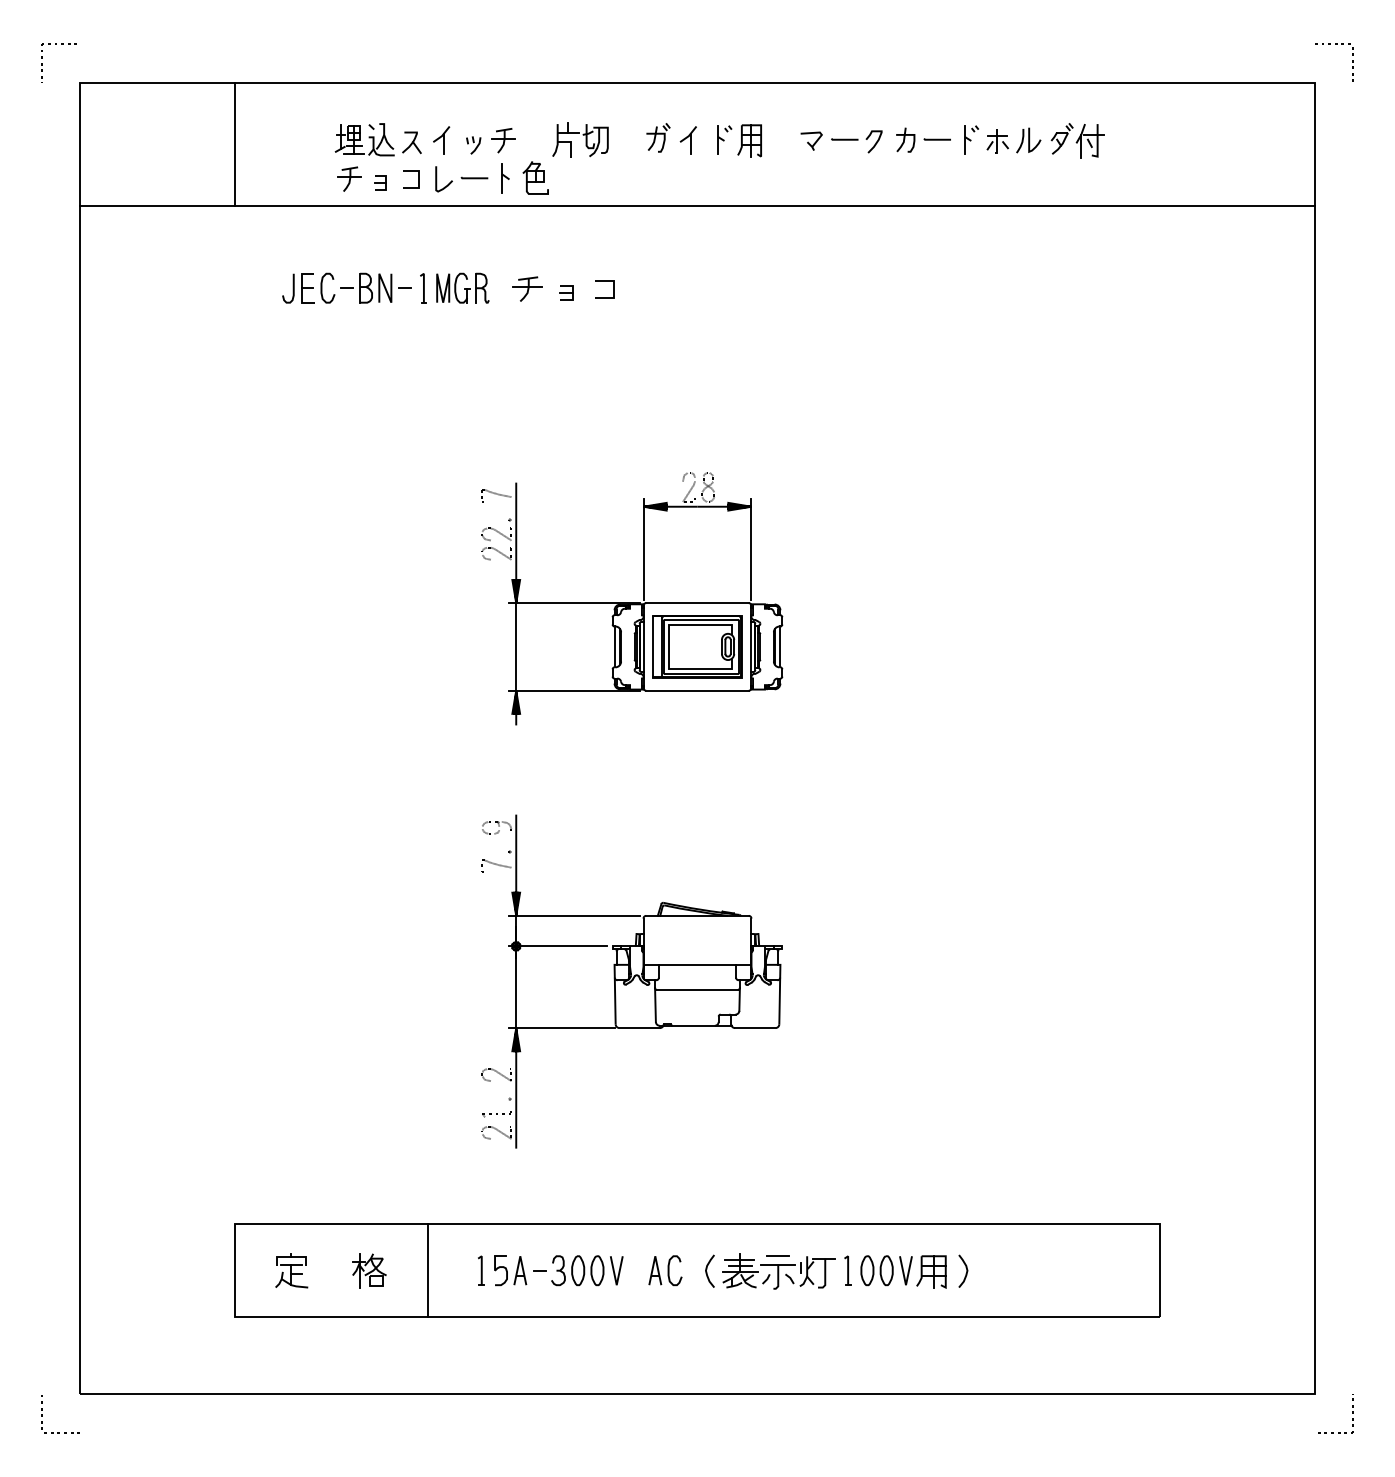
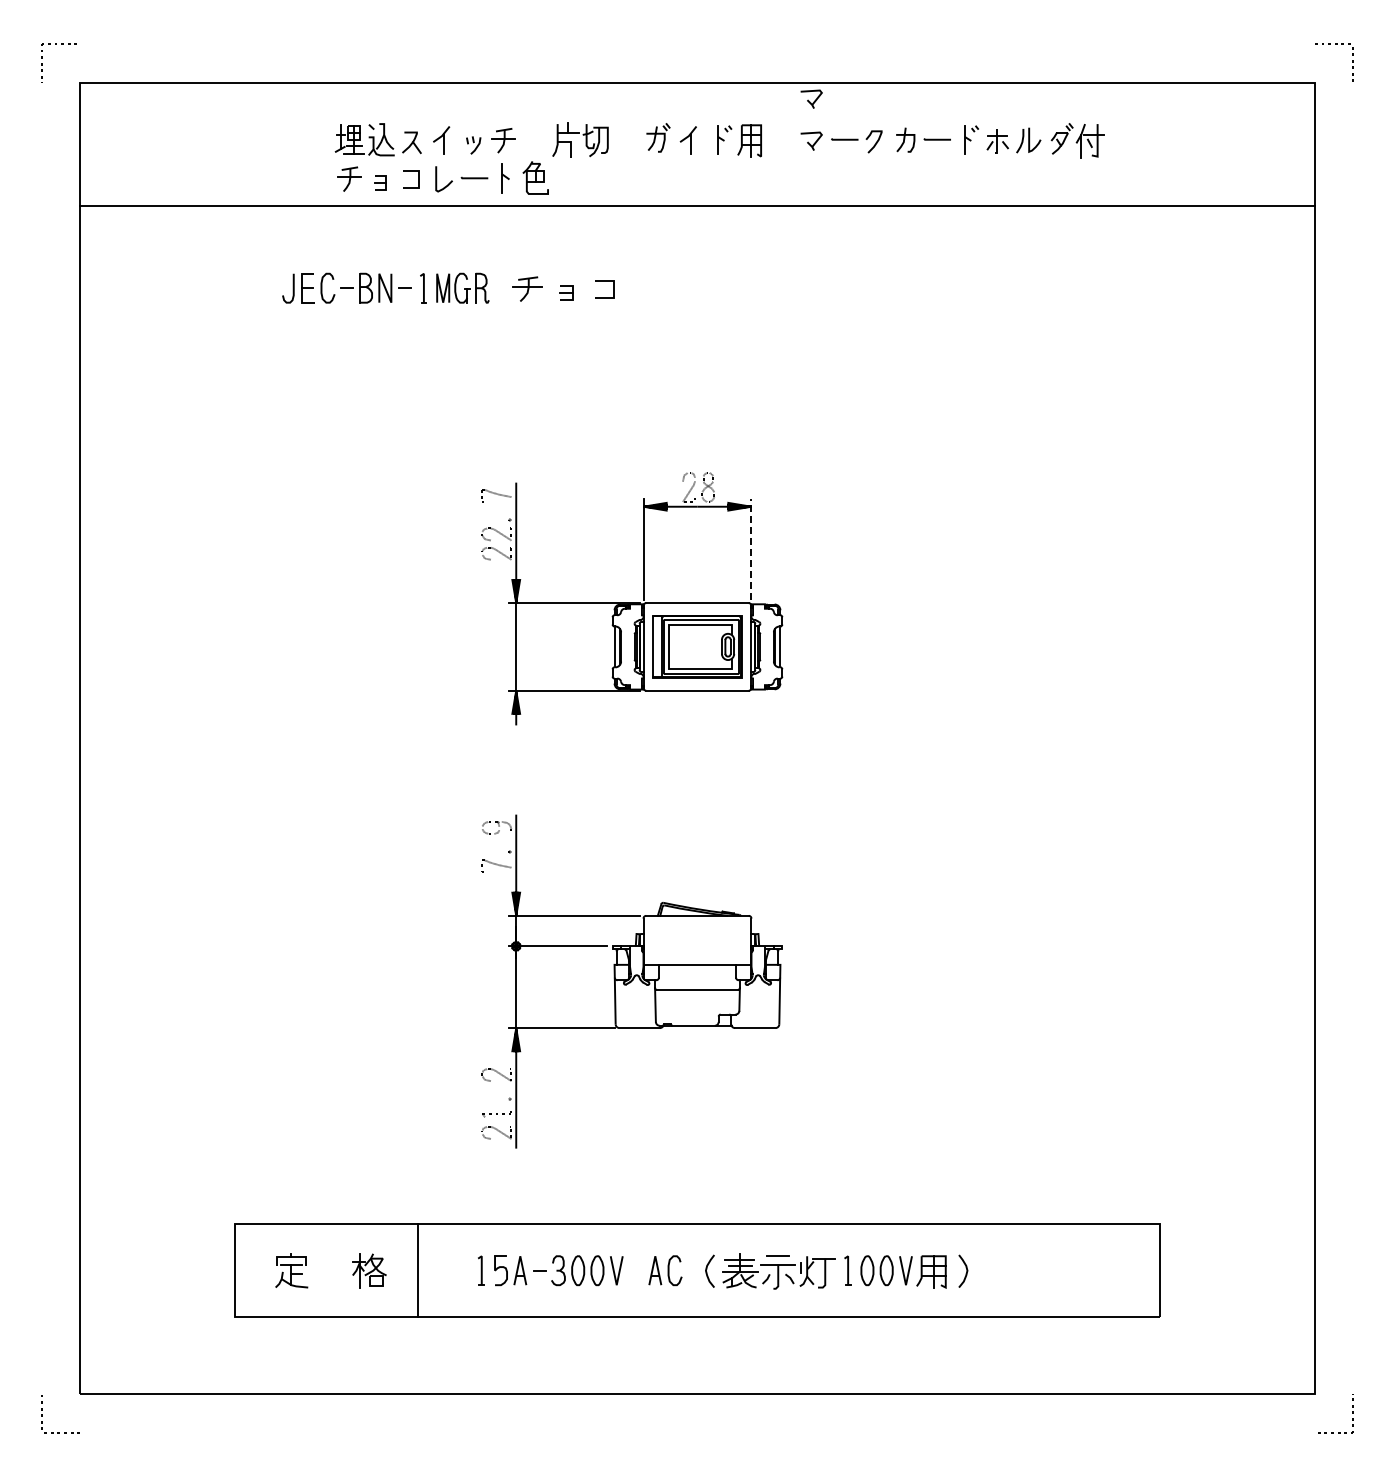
part at (811, 98): none -> present
line at (234, 144): present -> none
line at (751, 549): solid -> dashed
line at (427, 1270) position: (427, 1270) -> (417, 1270)
